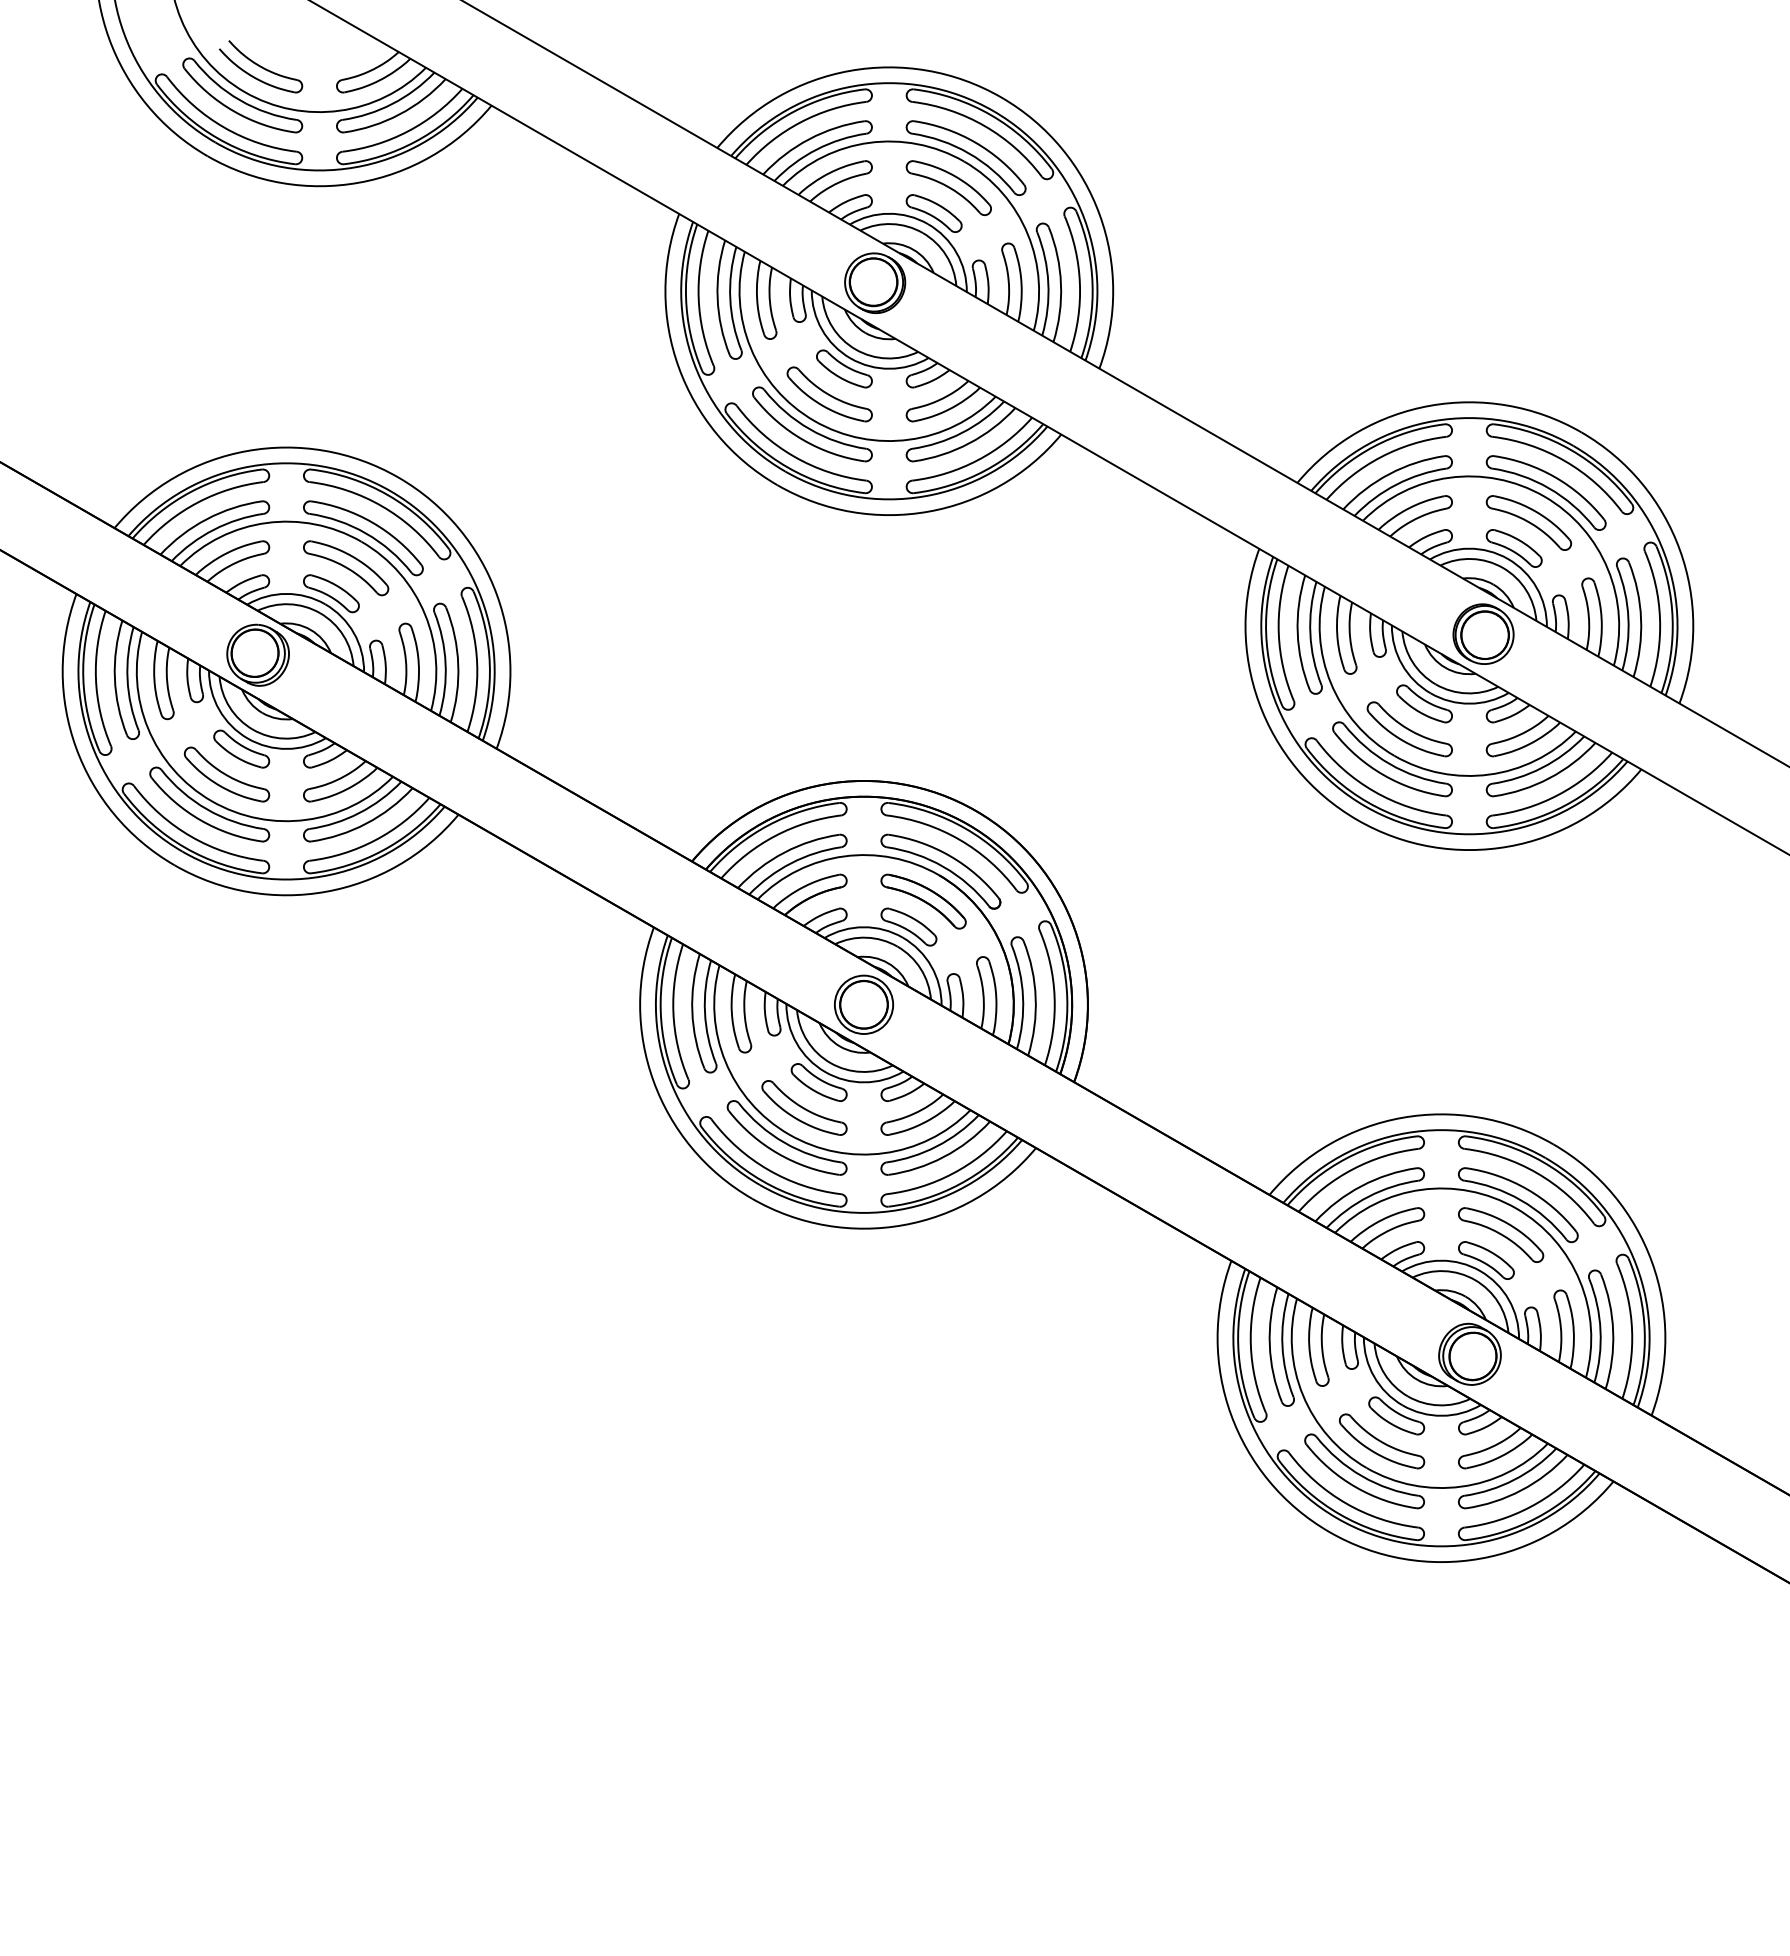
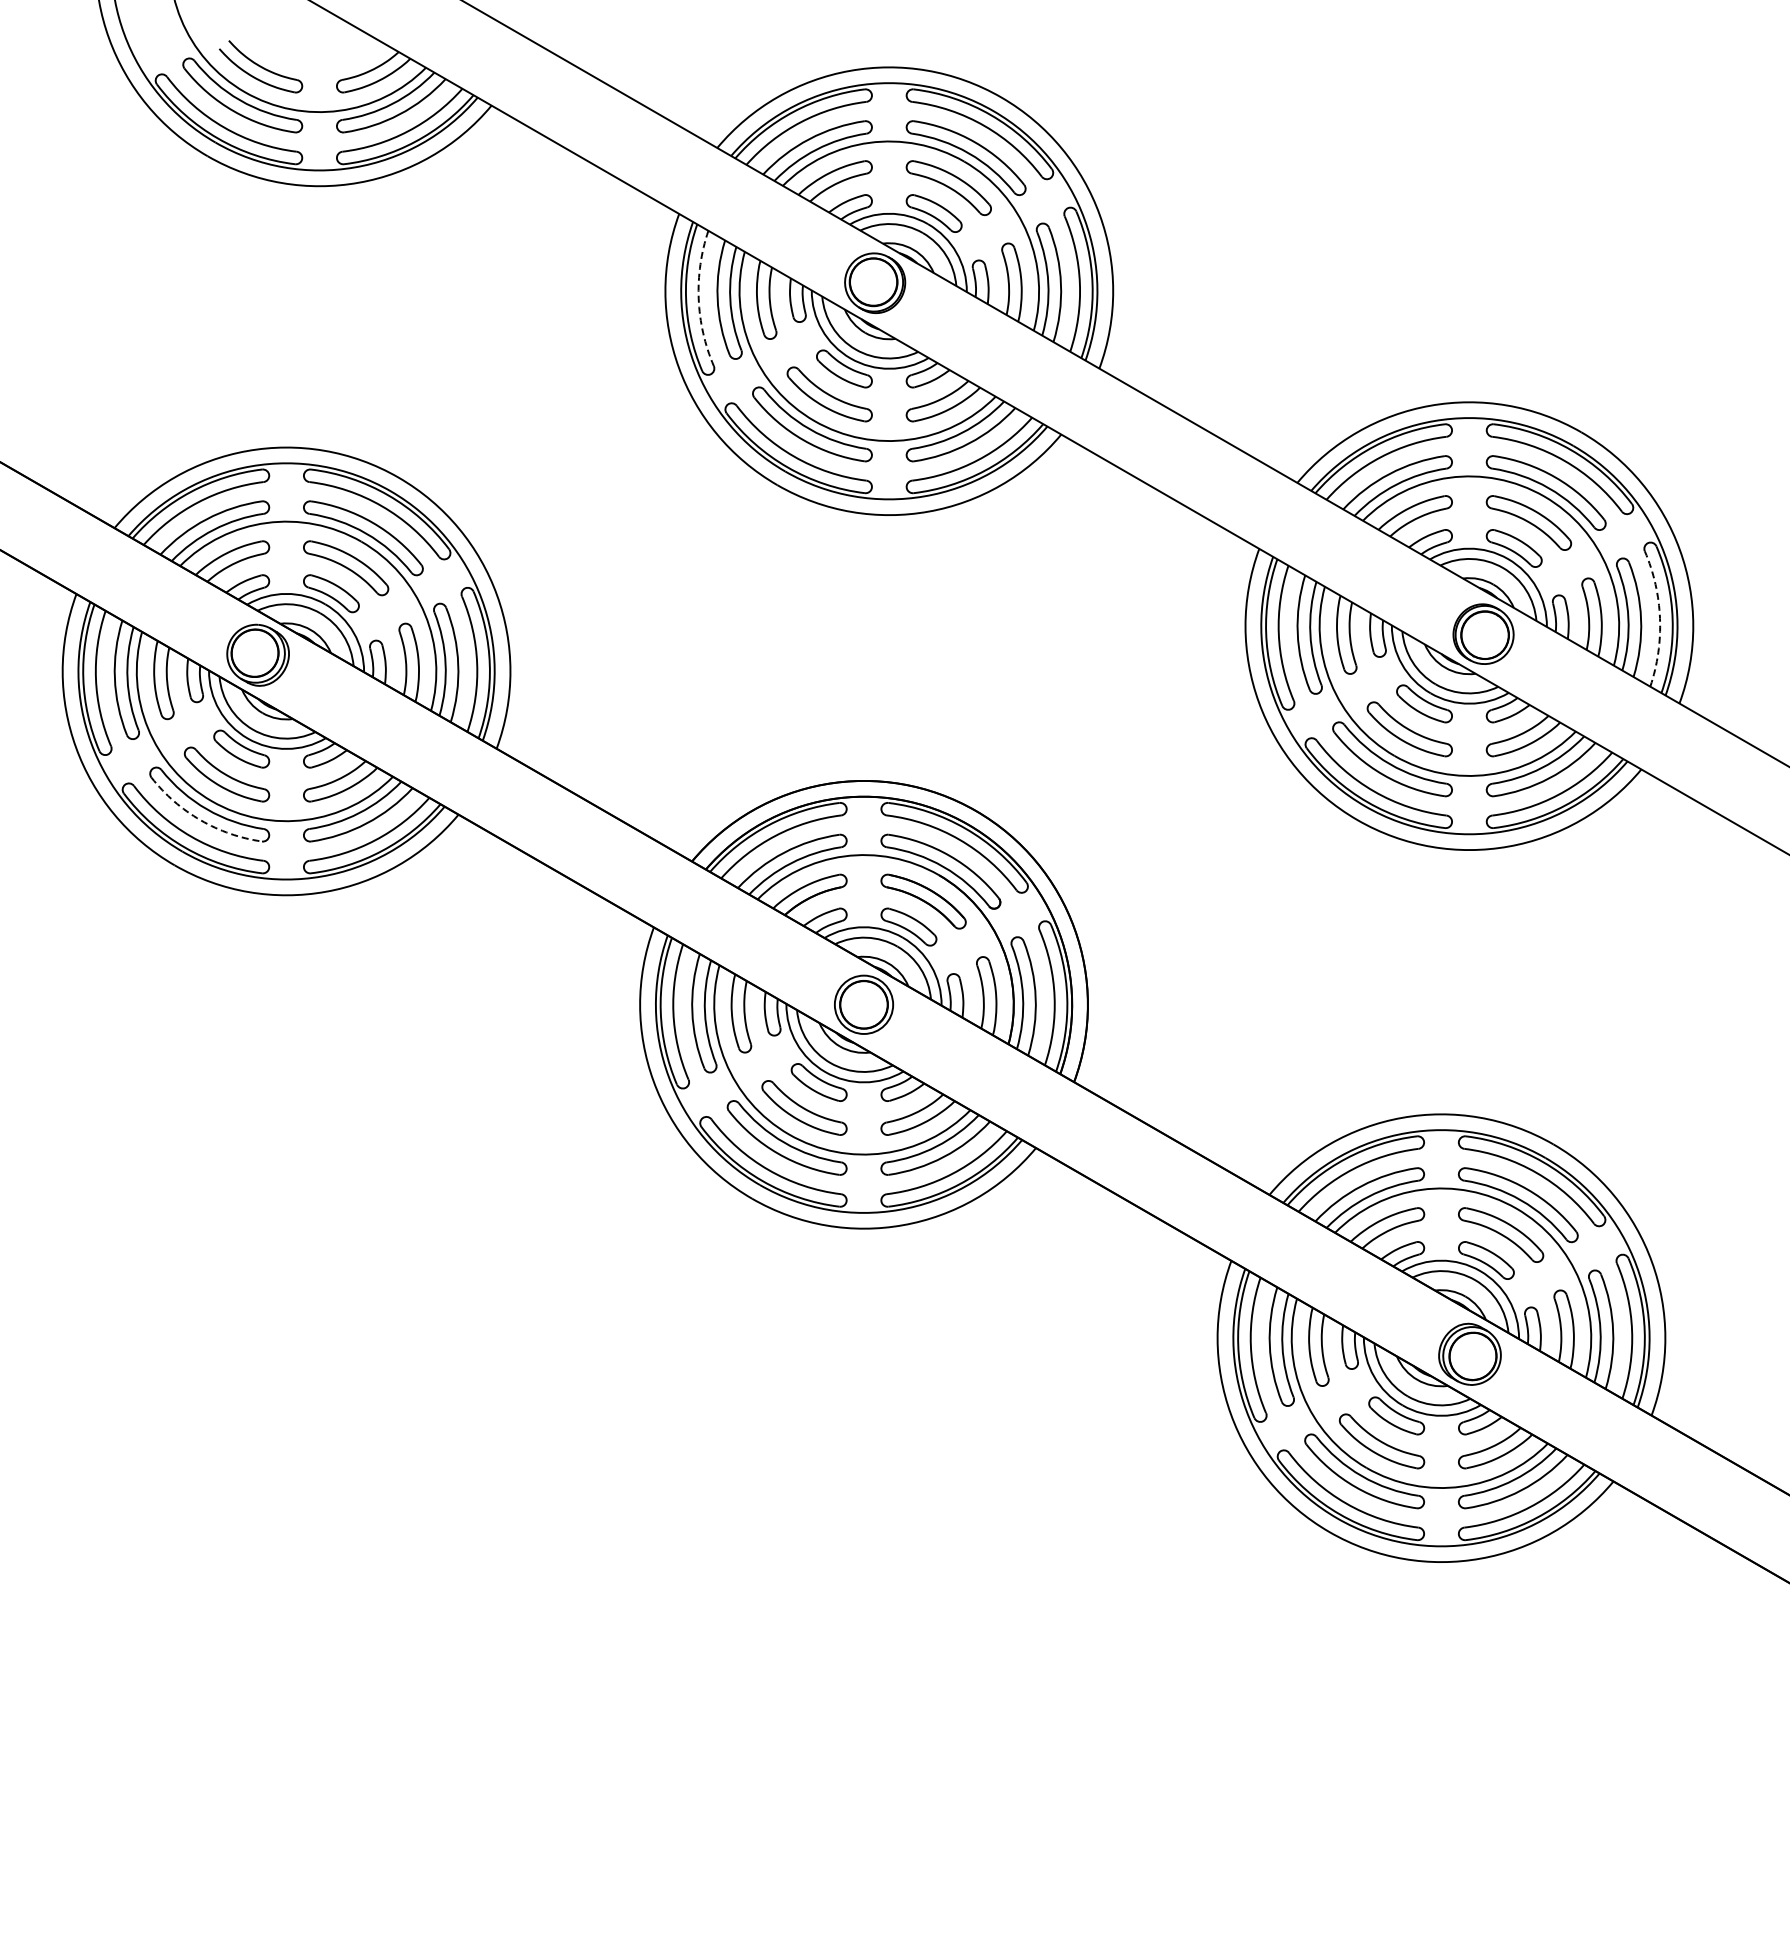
arc at (698, 298): solid -> dashed
arc at (1660, 618): solid -> dashed
arc at (200, 820): solid -> dashed
